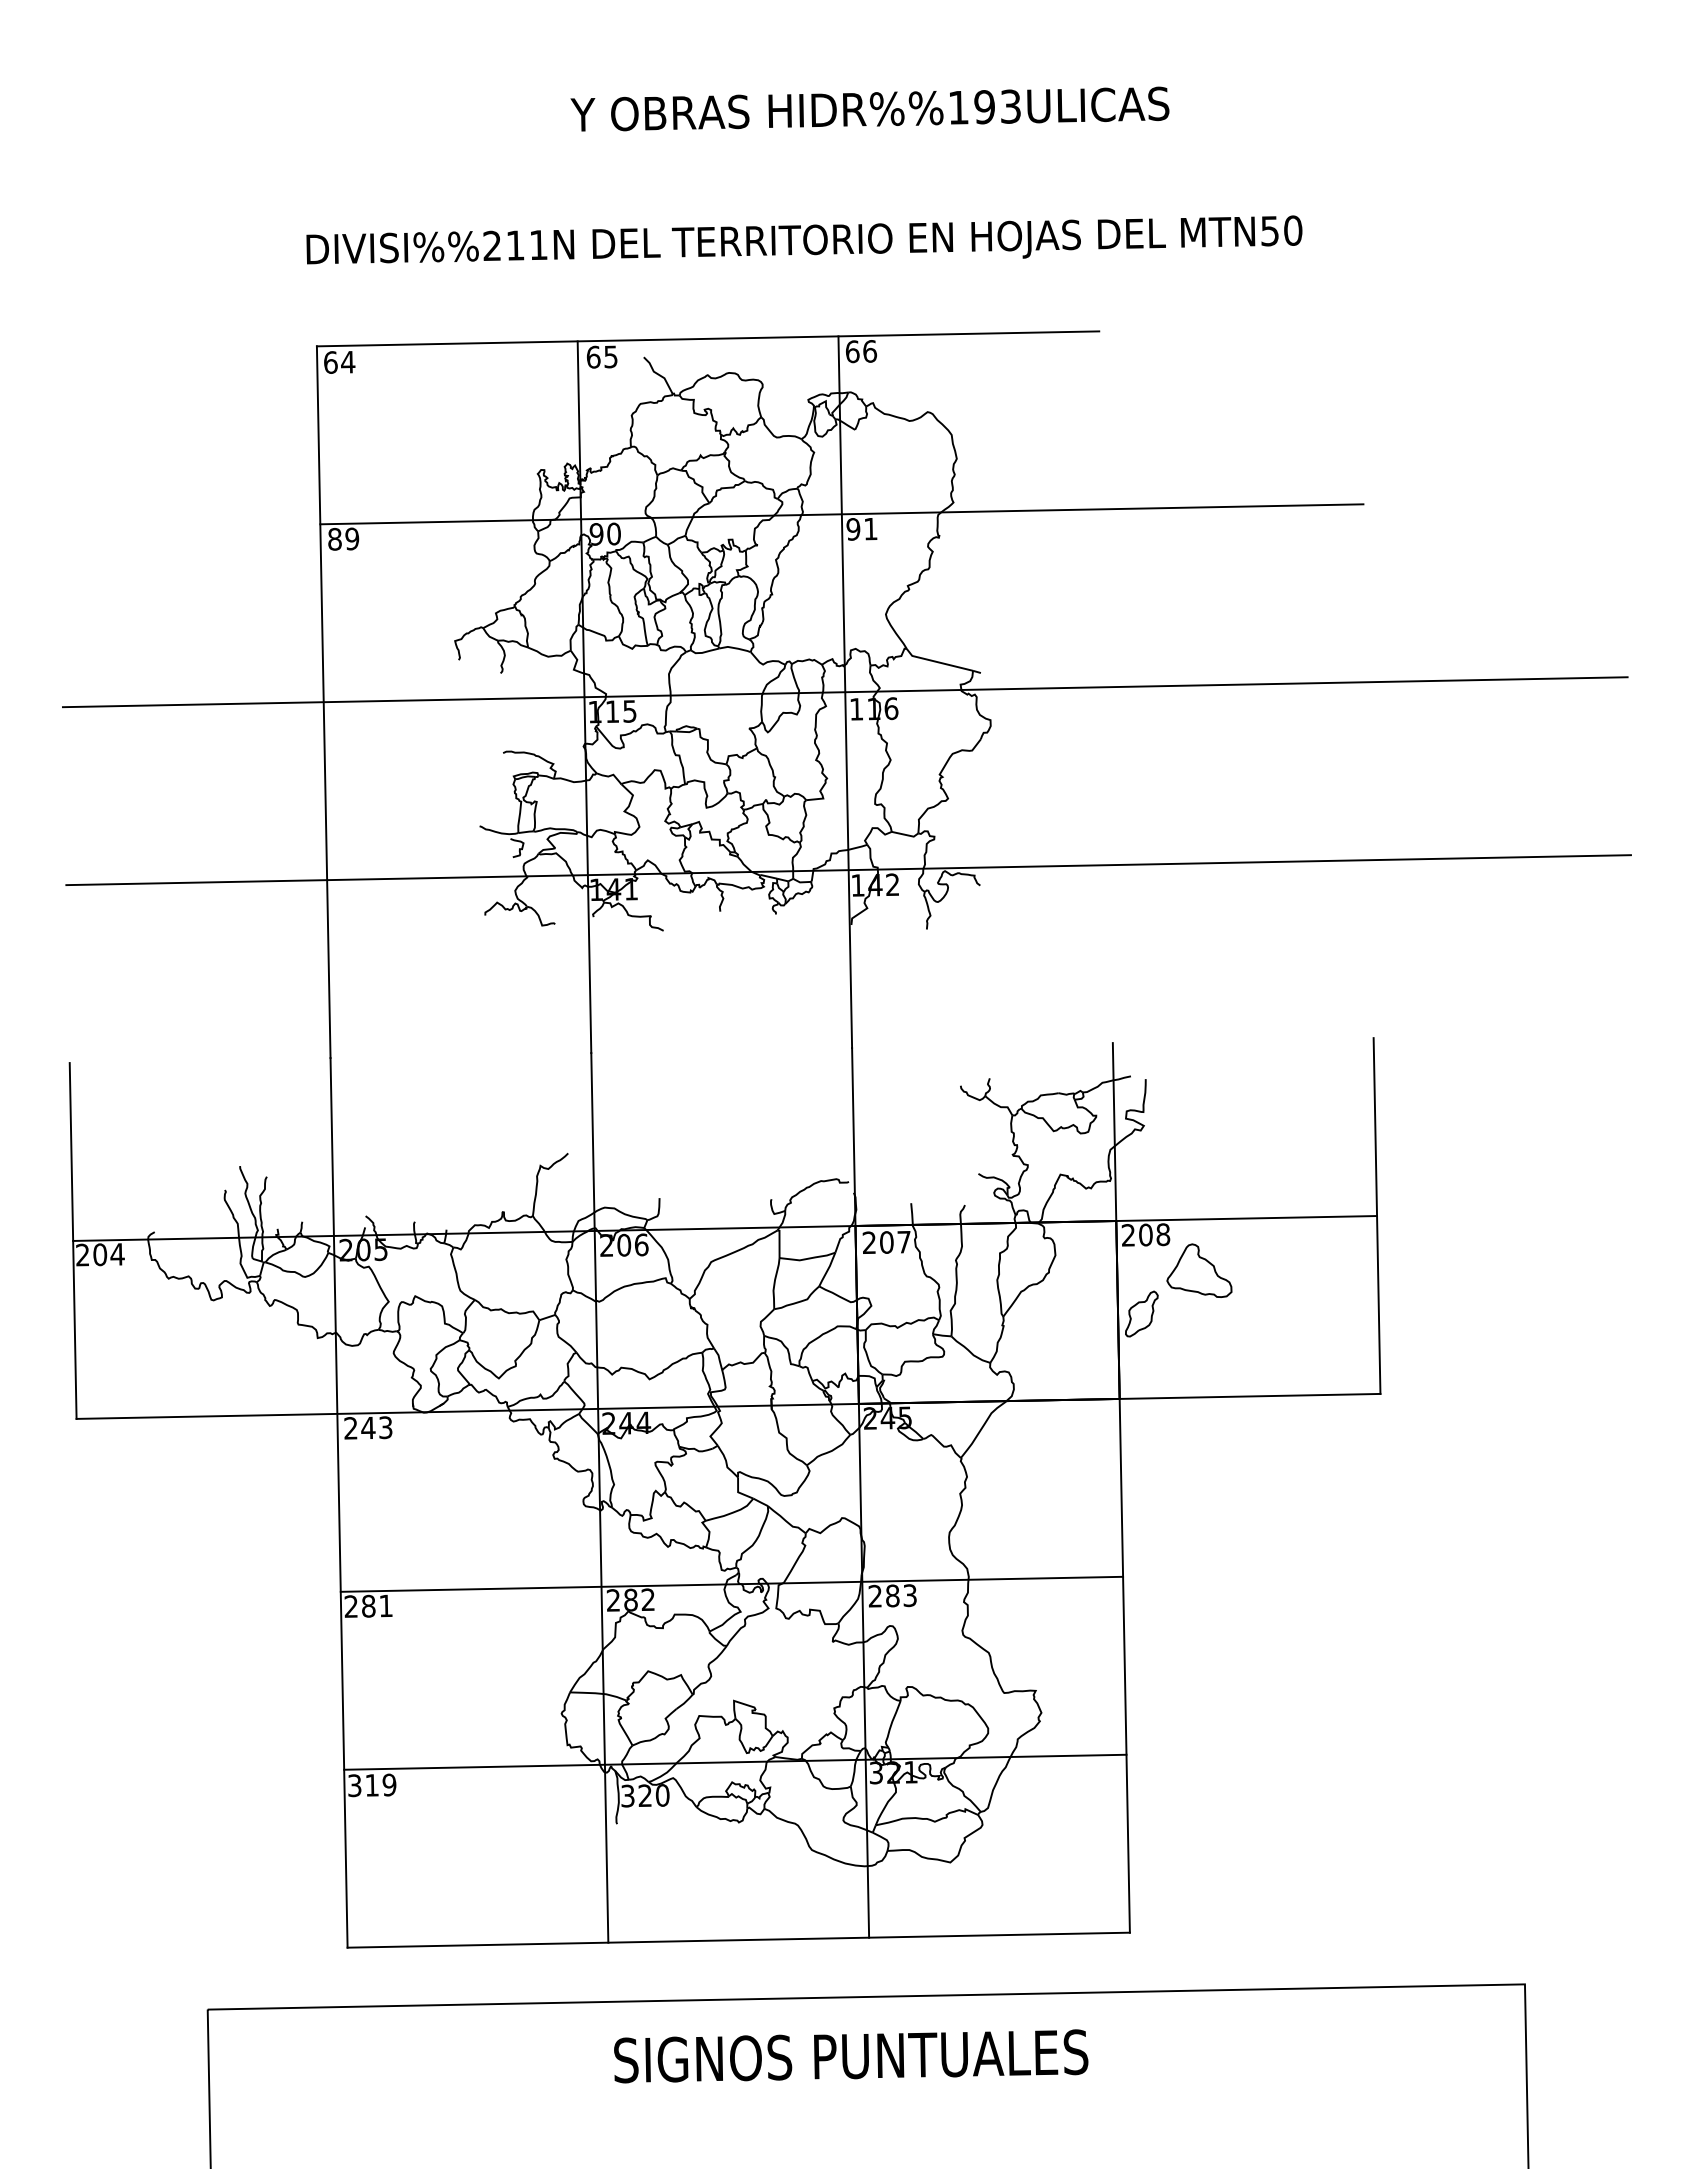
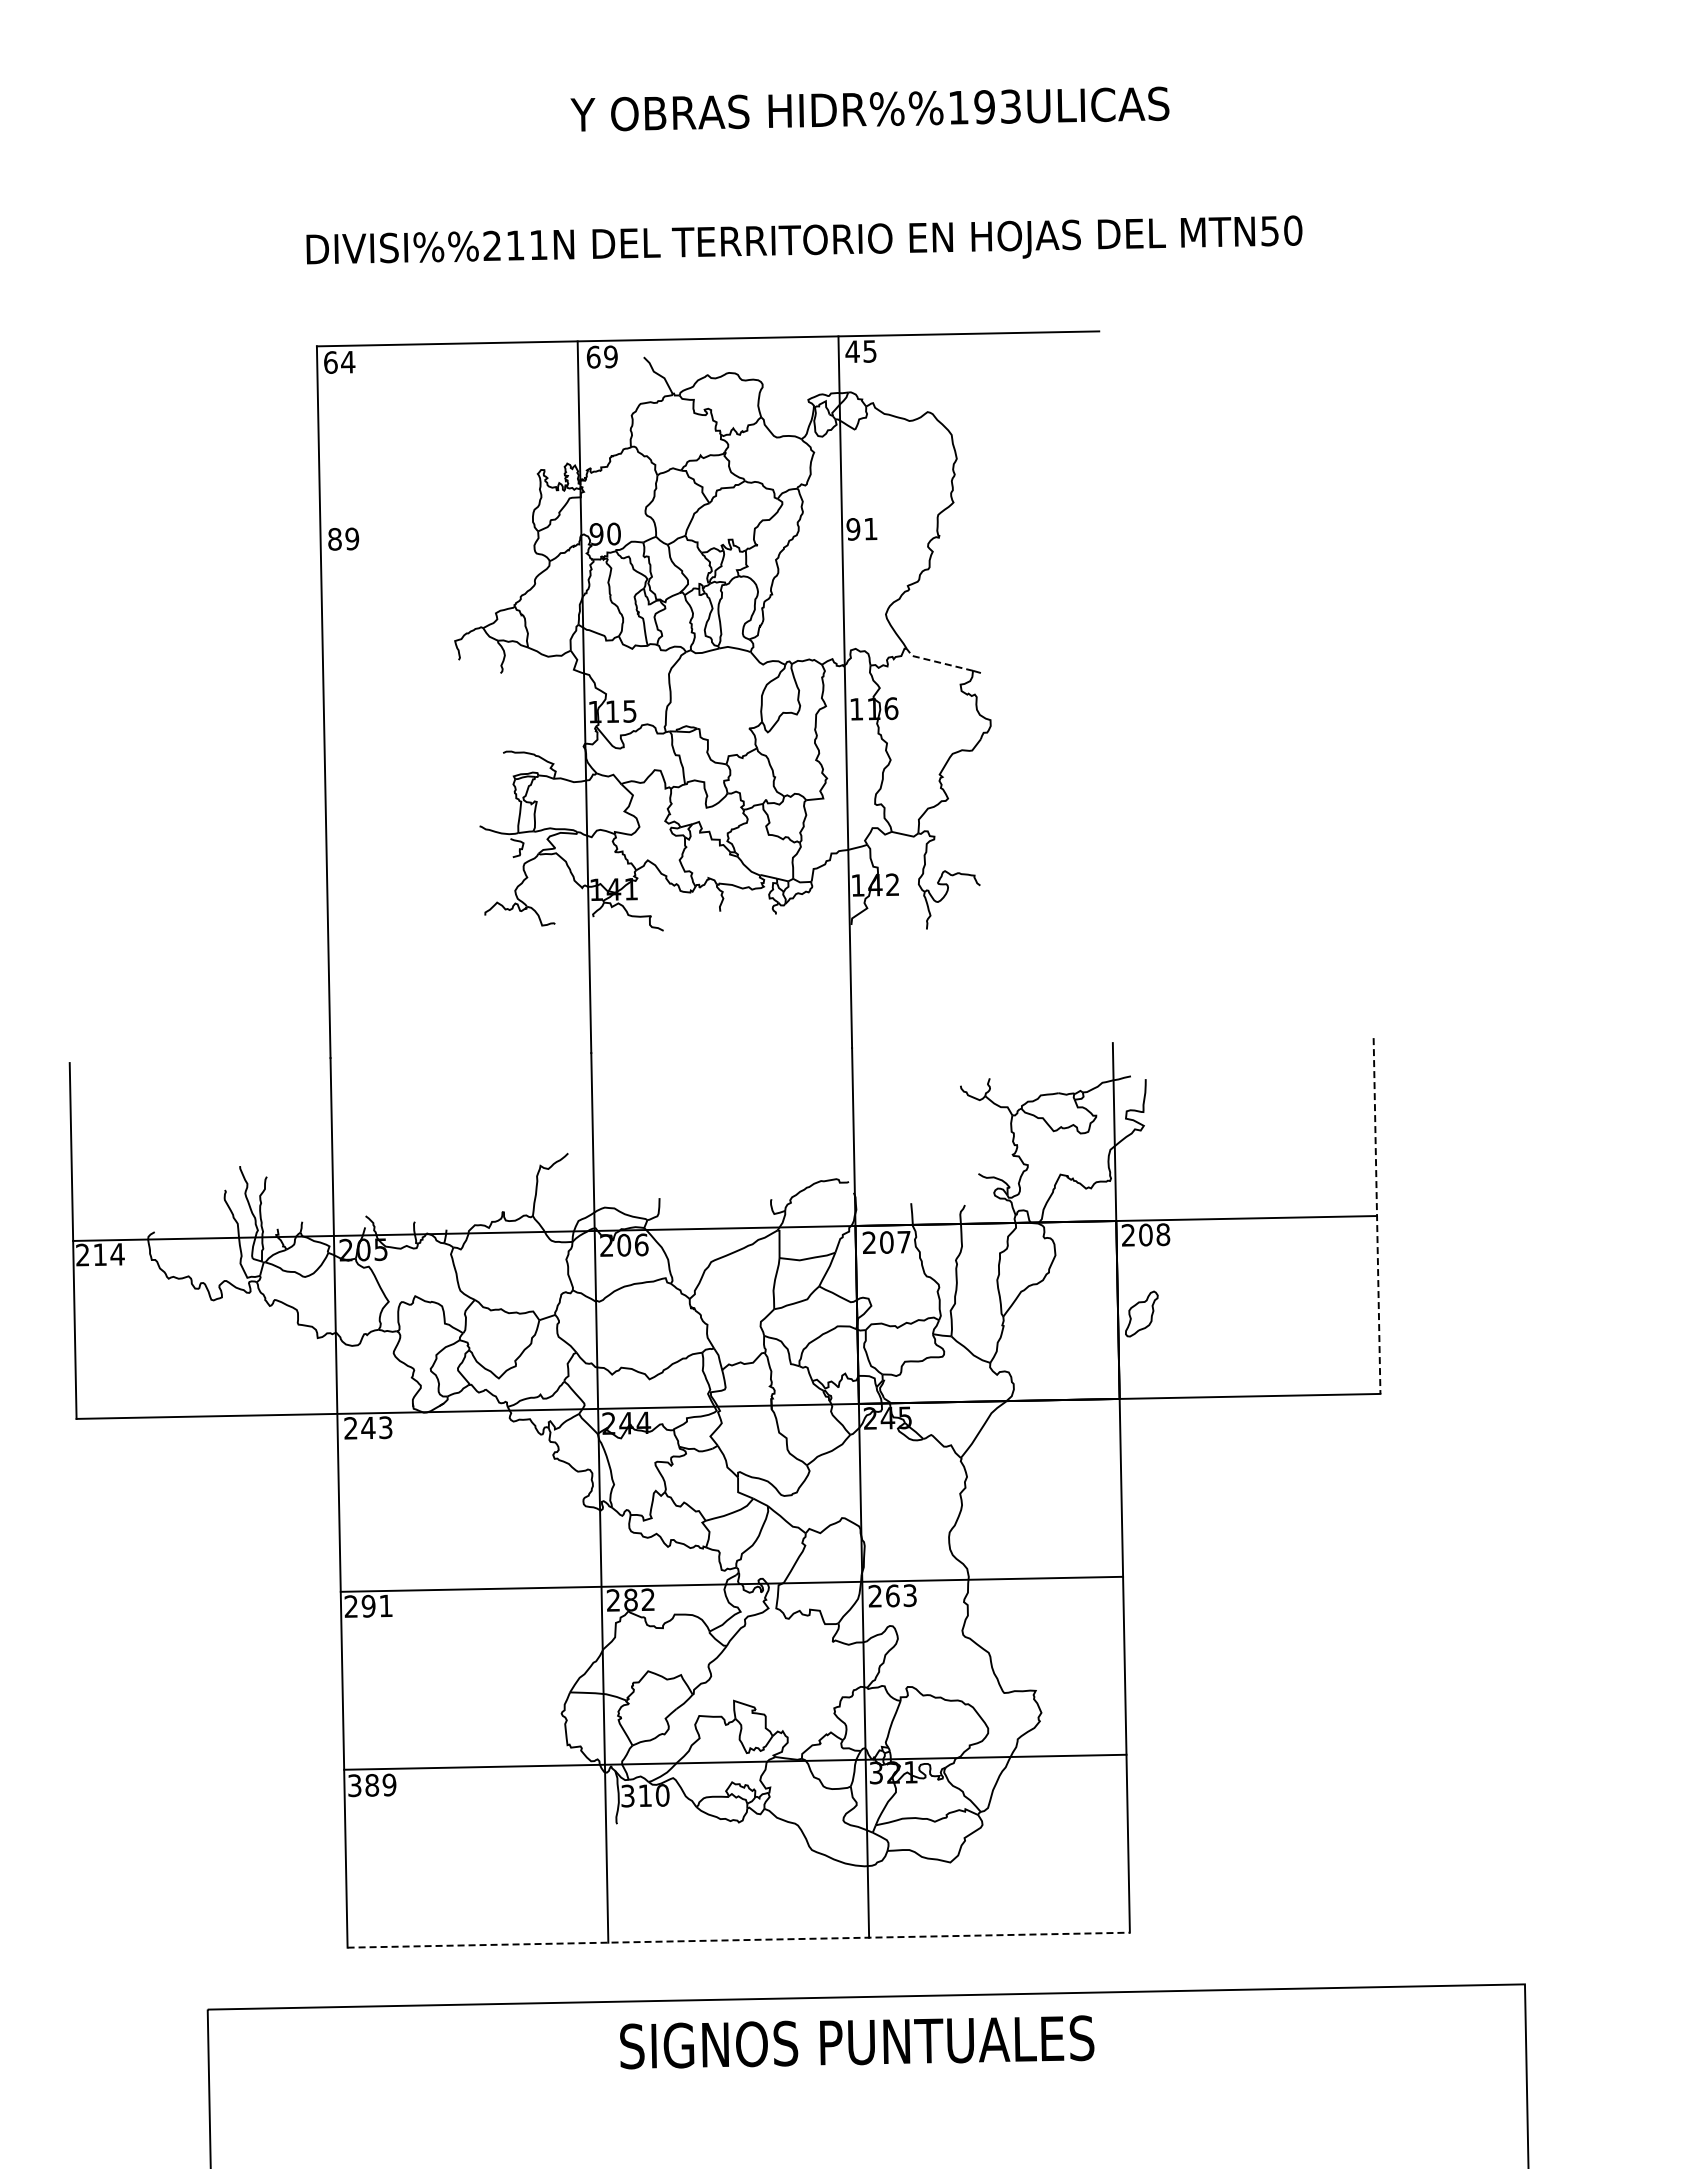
text at (861, 351): 66 -> 45
text at (610, 356): 65 -> 69
line at (841, 514): present -> none
line at (937, 662): solid -> dashed
line at (844, 692): present -> none
line at (848, 870): present -> none
line at (1377, 1216): solid -> dashed
text at (100, 1254): 204 -> 214
part at (1199, 1270): present -> none
text at (892, 1595): 283 -> 263
text at (368, 1606): 281 -> 291
text at (372, 1785): 319 -> 389
text at (644, 1795): 320 -> 310
line at (739, 1940): solid -> dashed
text at (851, 2056) position: (851, 2056) -> (857, 2042)
